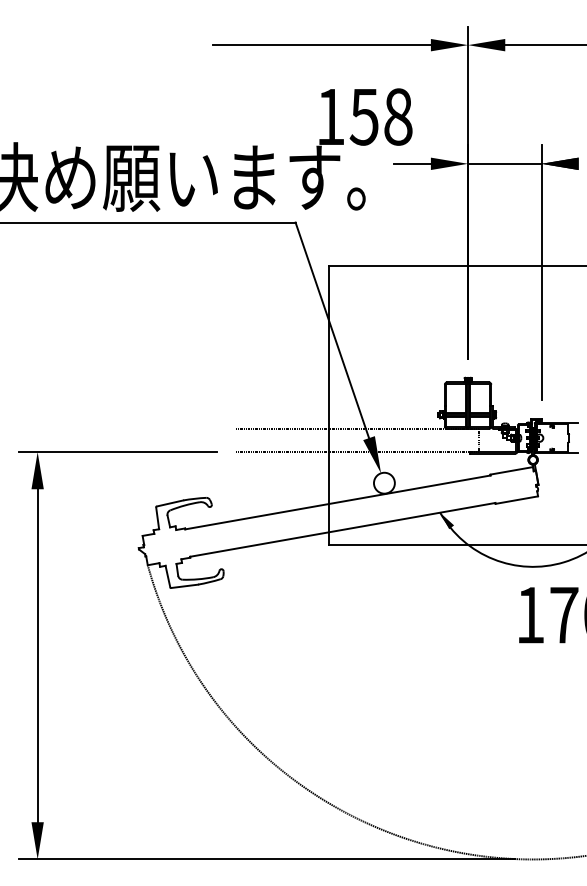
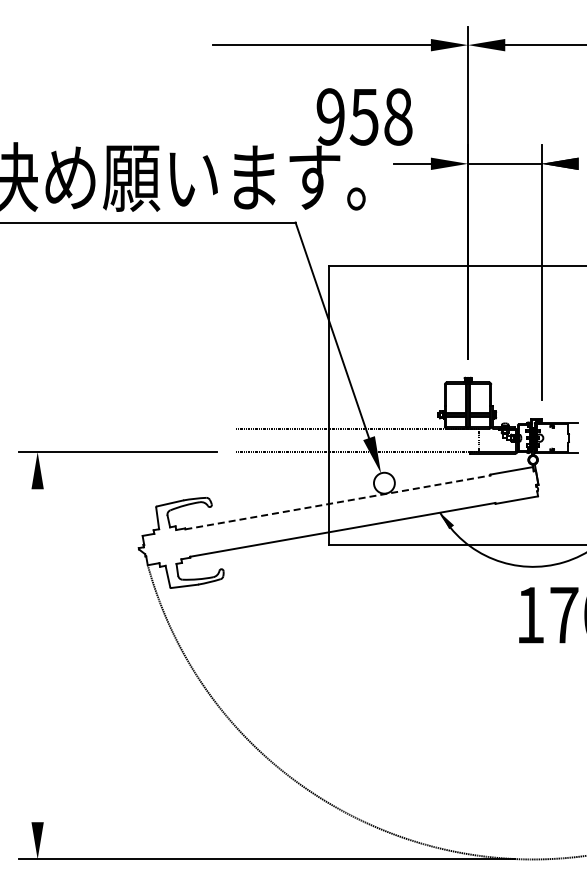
text at (330, 116): 158 -> 958
line at (337, 502): solid -> dashed
line at (37, 655): present -> none
